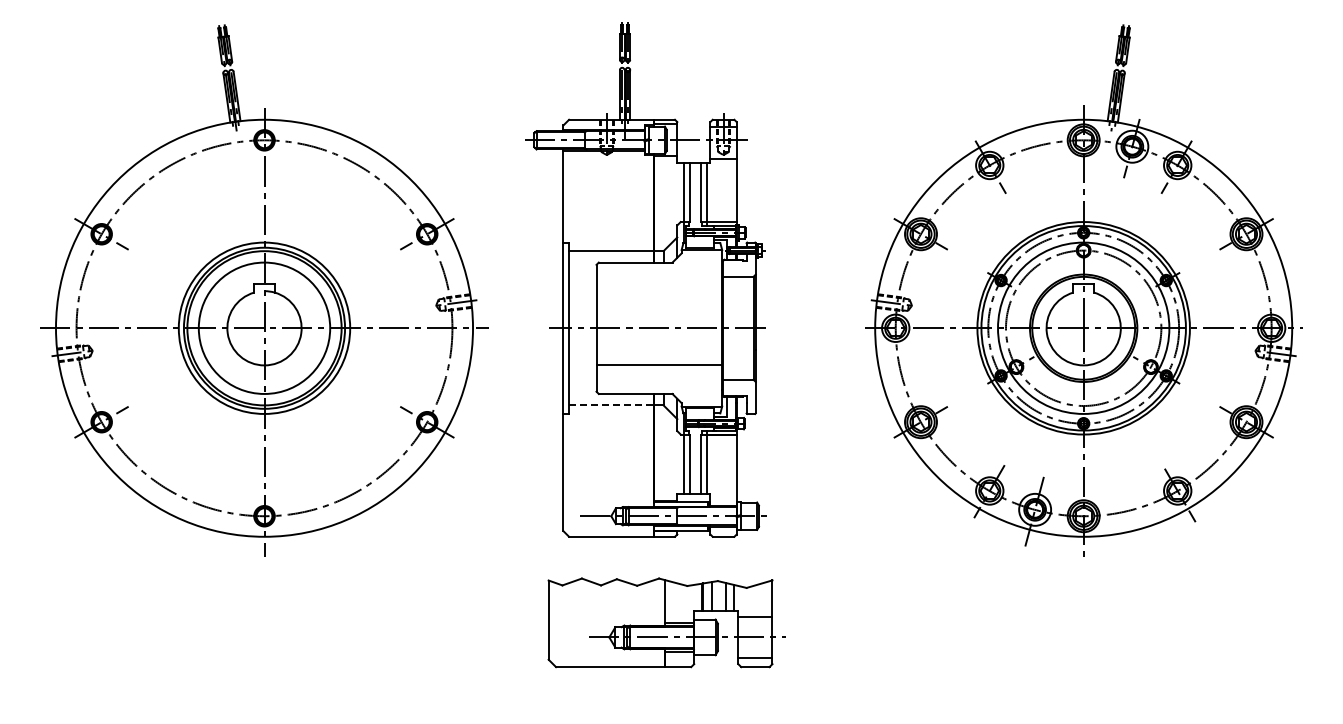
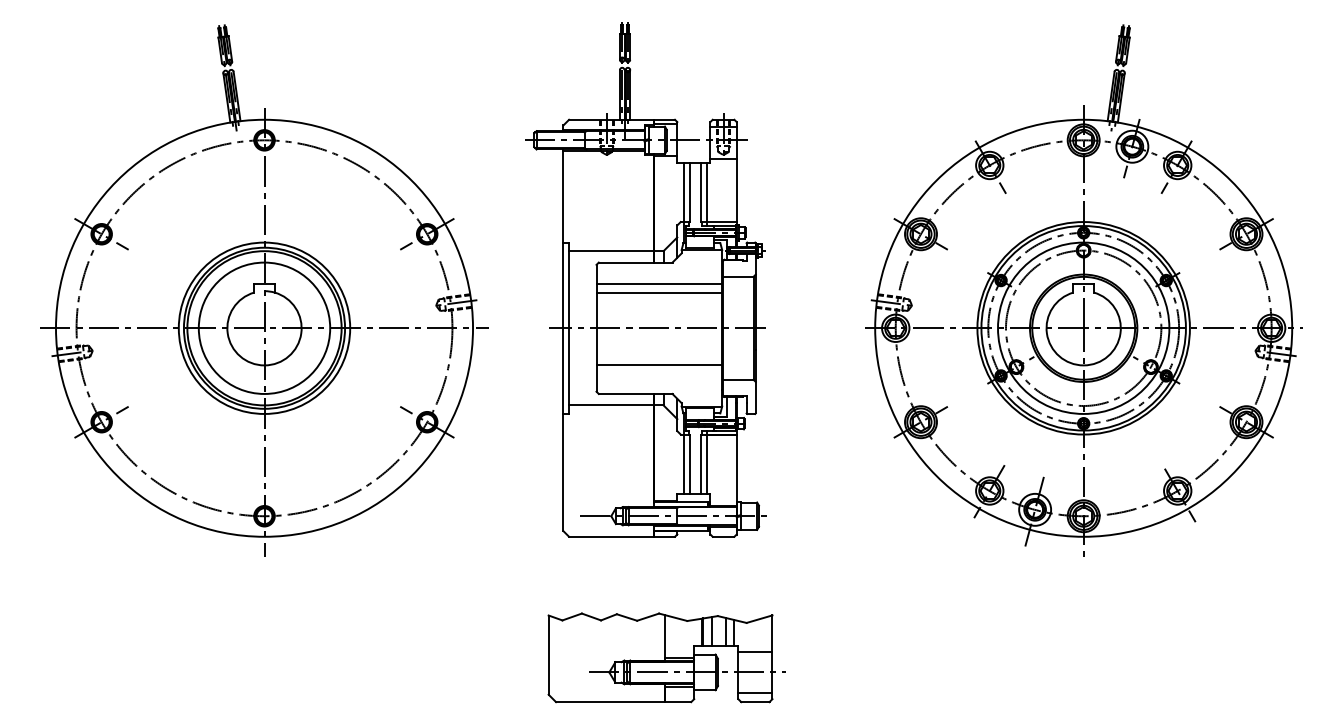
line at (659, 284): none -> present
line at (659, 292): none -> present
line at (611, 405): dashed -> solid
part at (666, 622) position: (666, 622) -> (666, 657)
